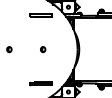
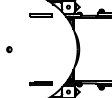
part at (43, 49): present -> none
